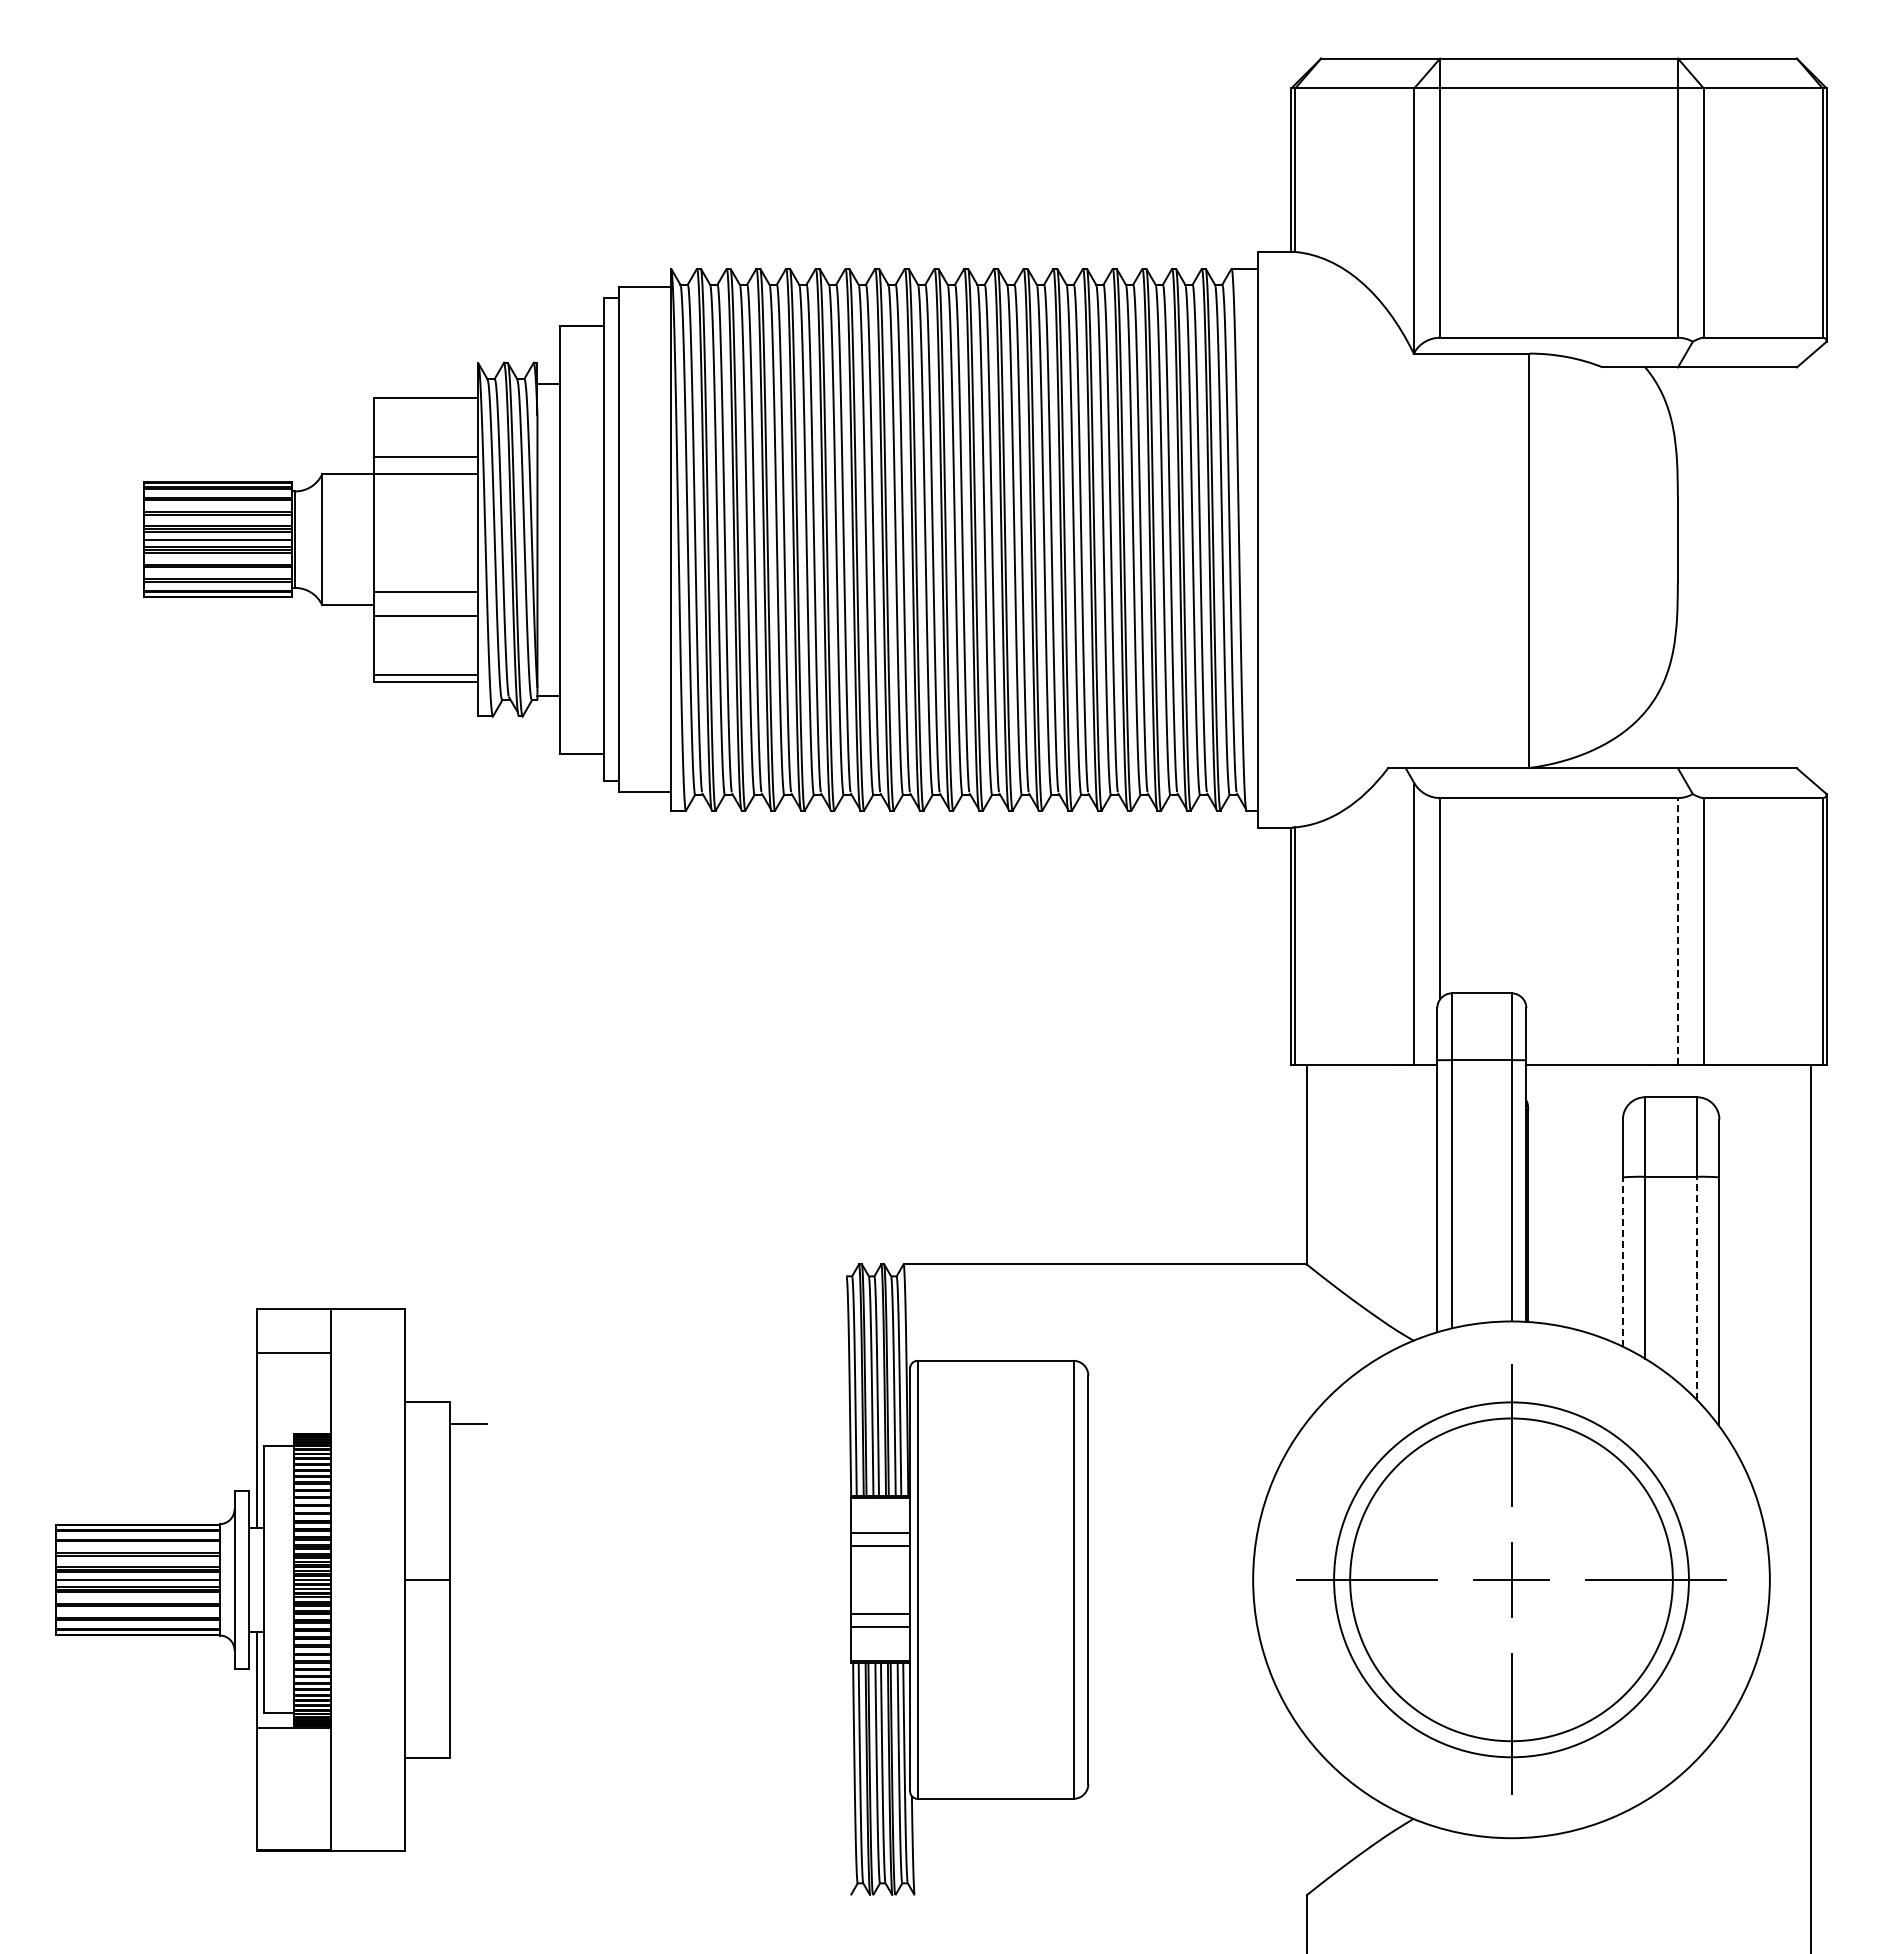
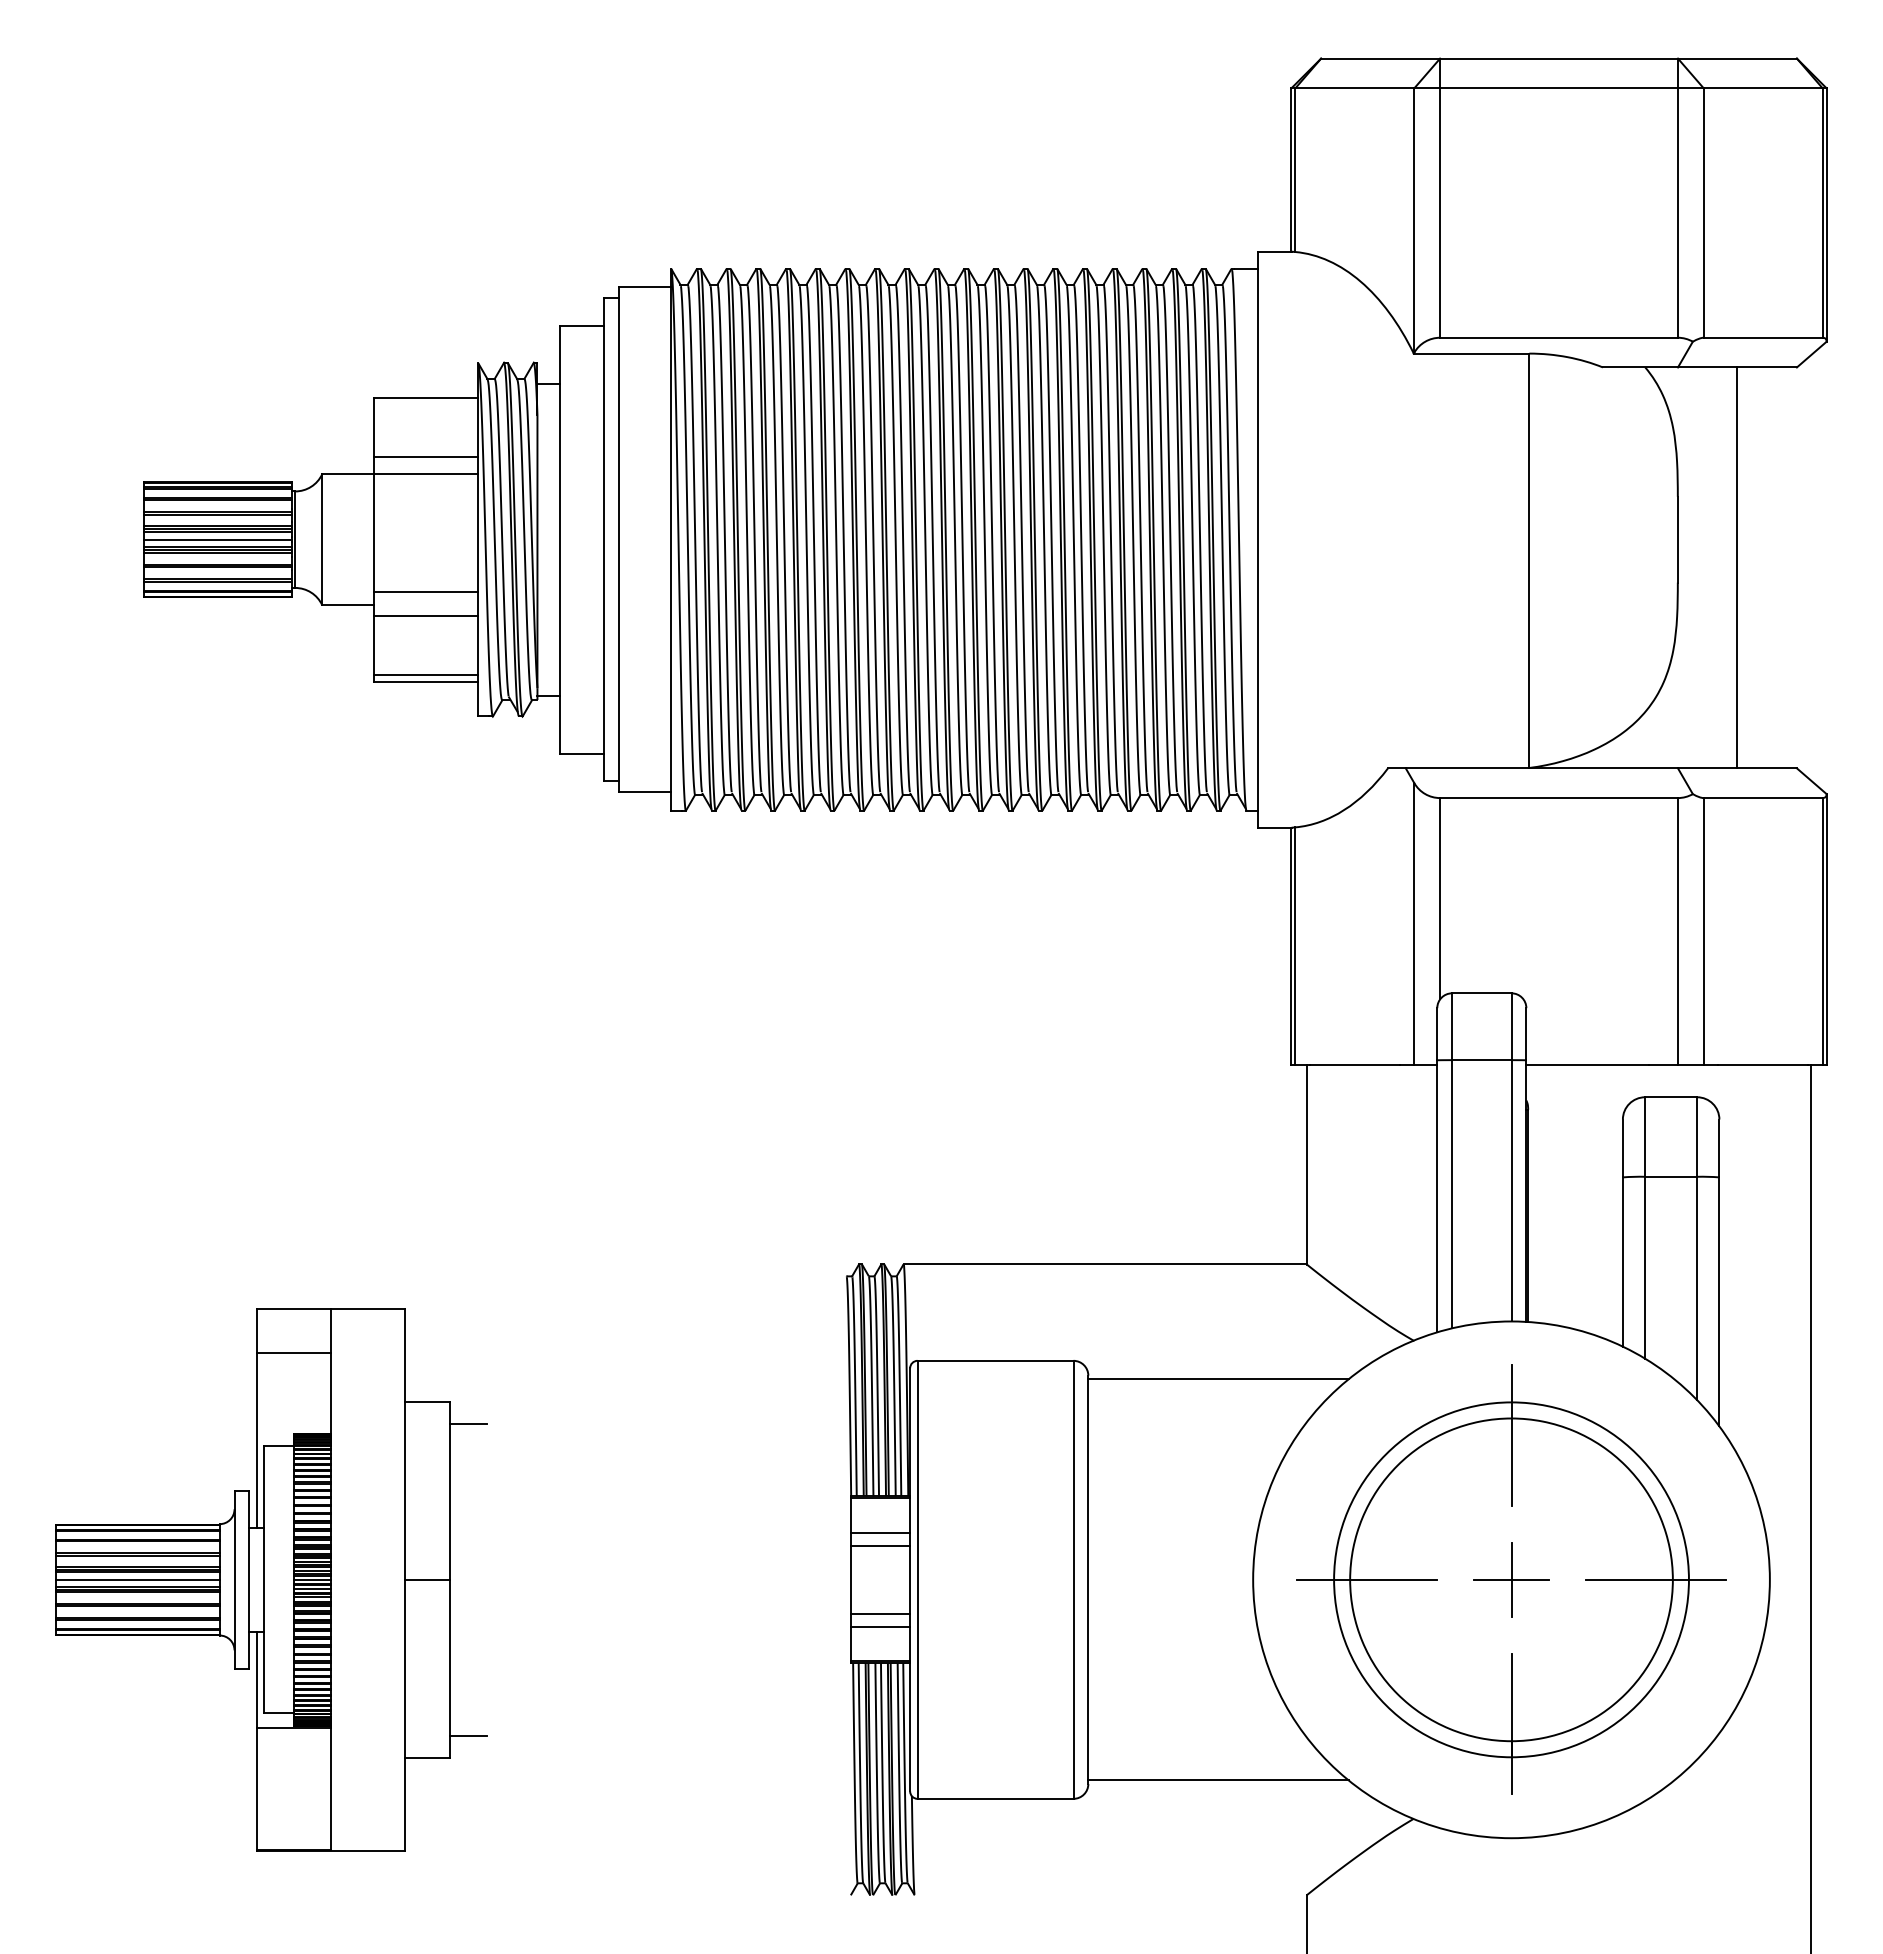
line at (1737, 567): none -> present
line at (1677, 931): dashed -> solid
line at (1622, 1262): dashed -> solid
line at (1697, 1288): dashed -> solid
line at (1218, 1379): none -> present
line at (467, 1735): none -> present
line at (1218, 1780): none -> present
